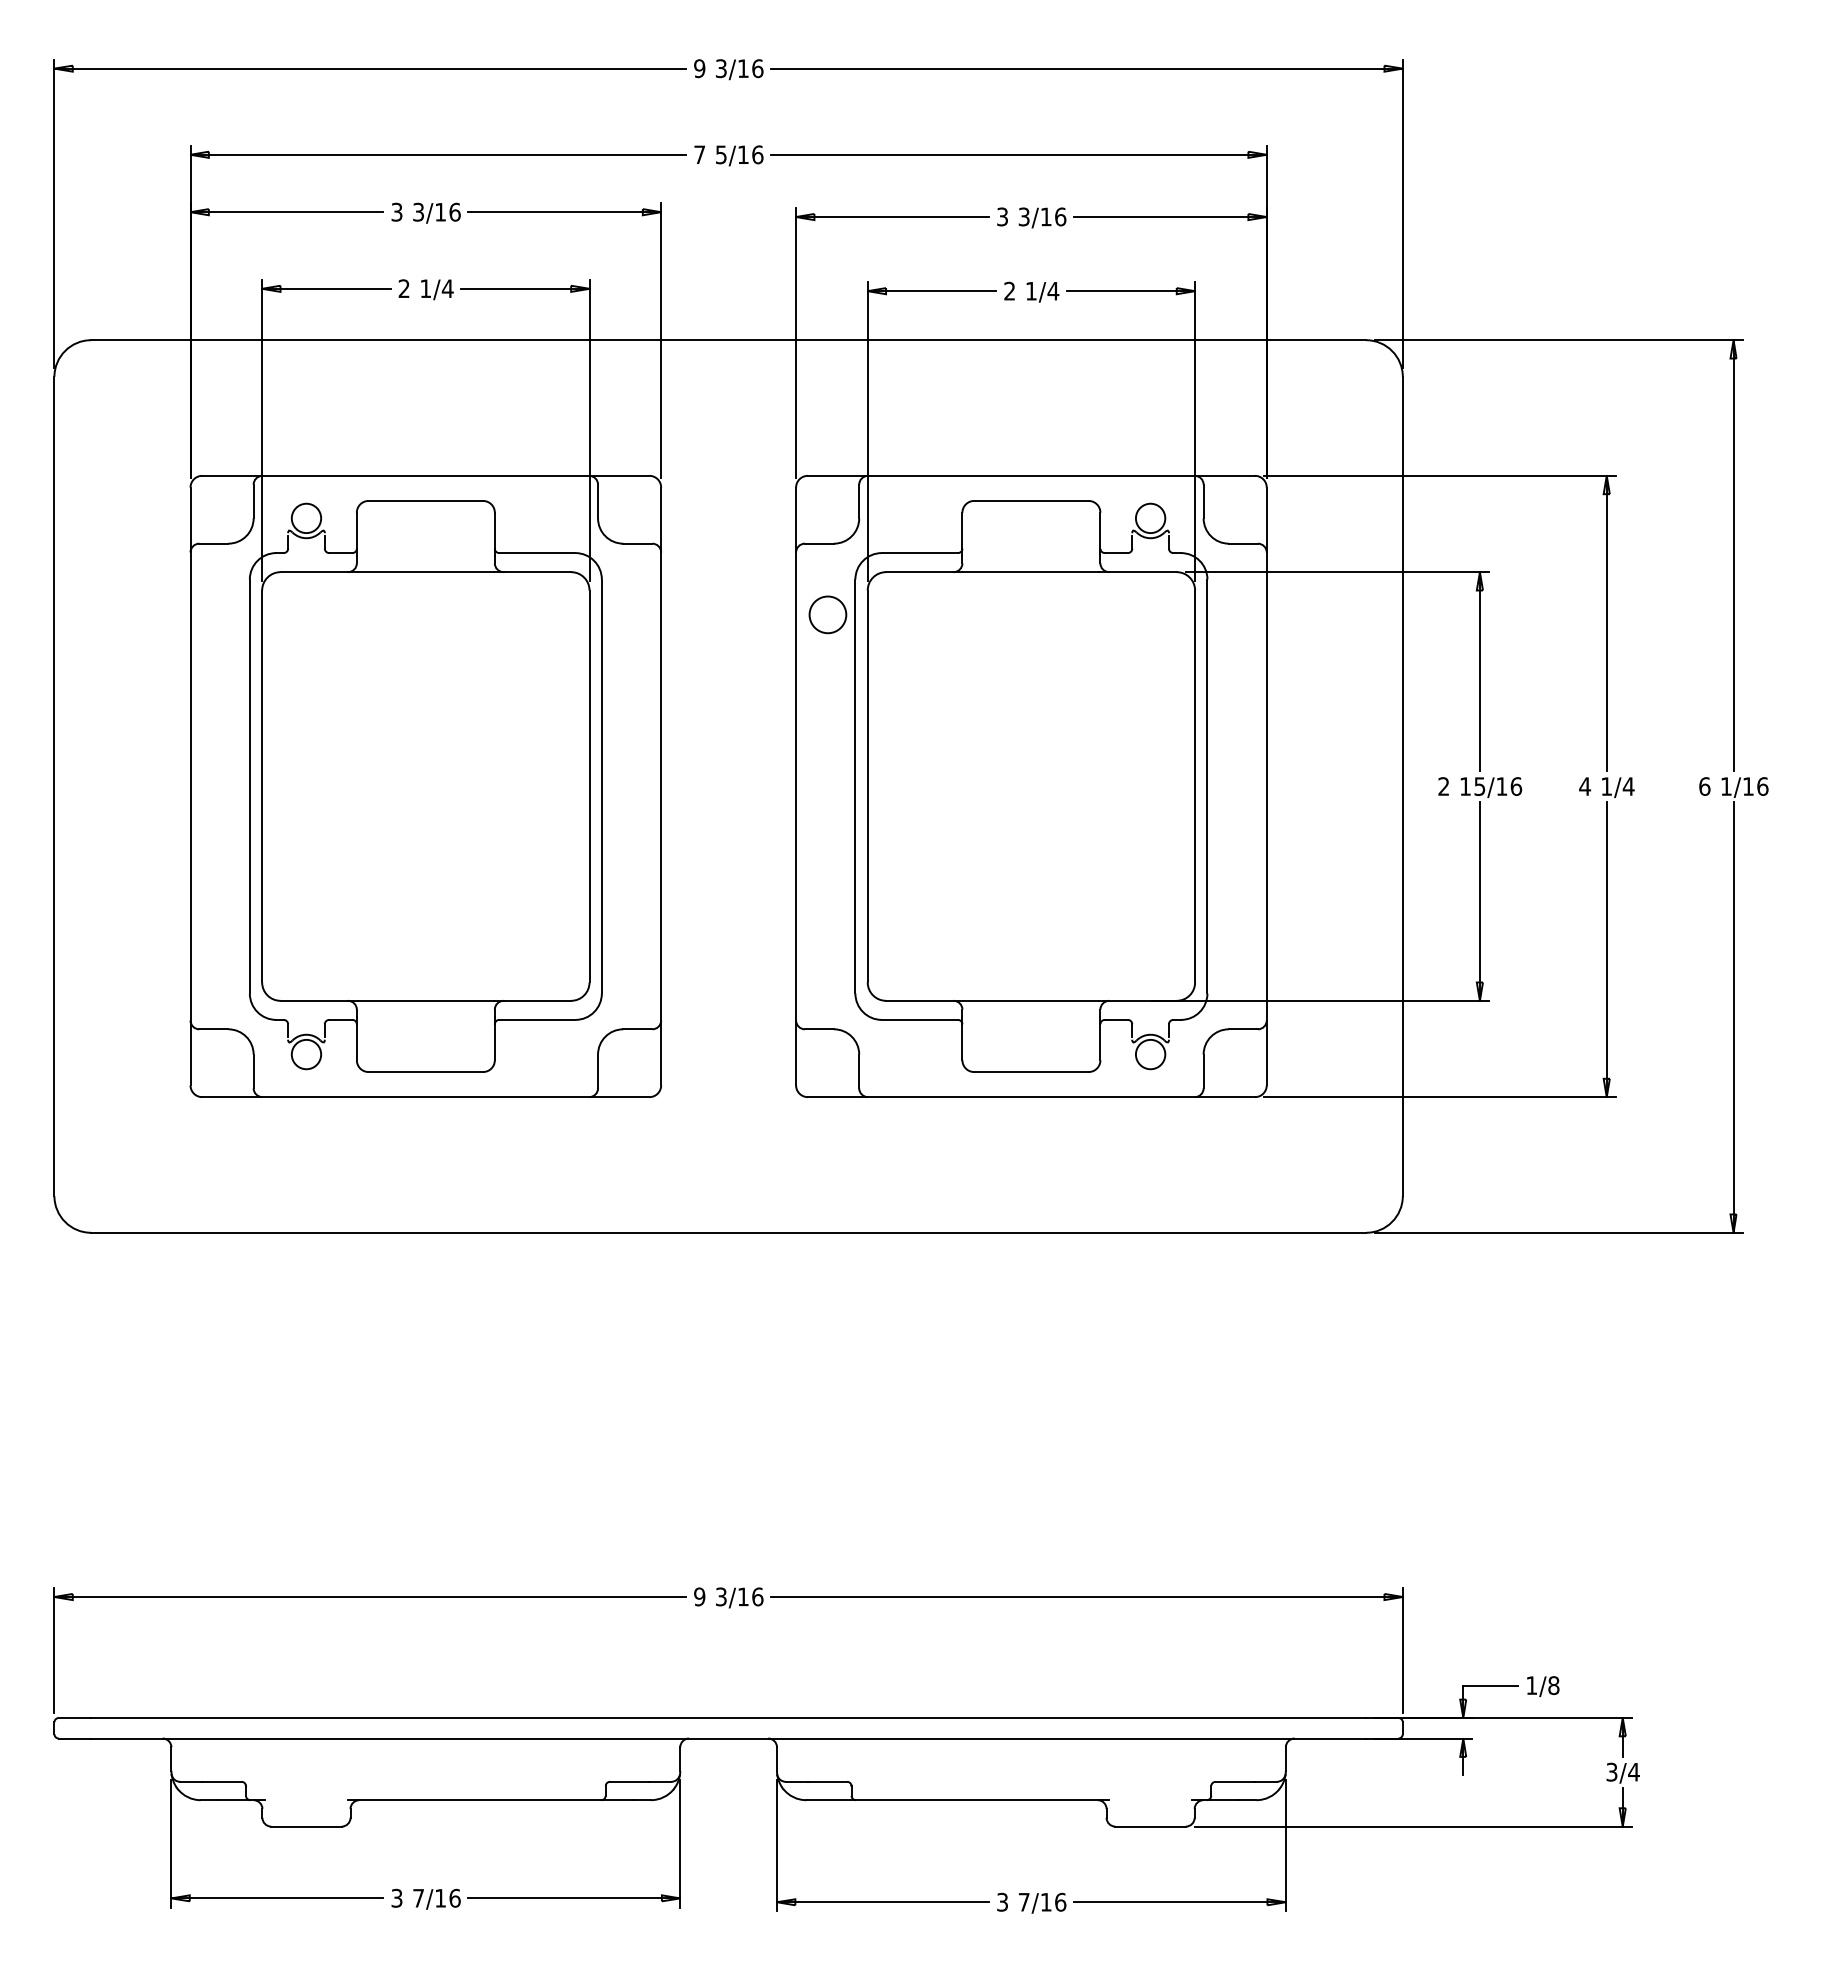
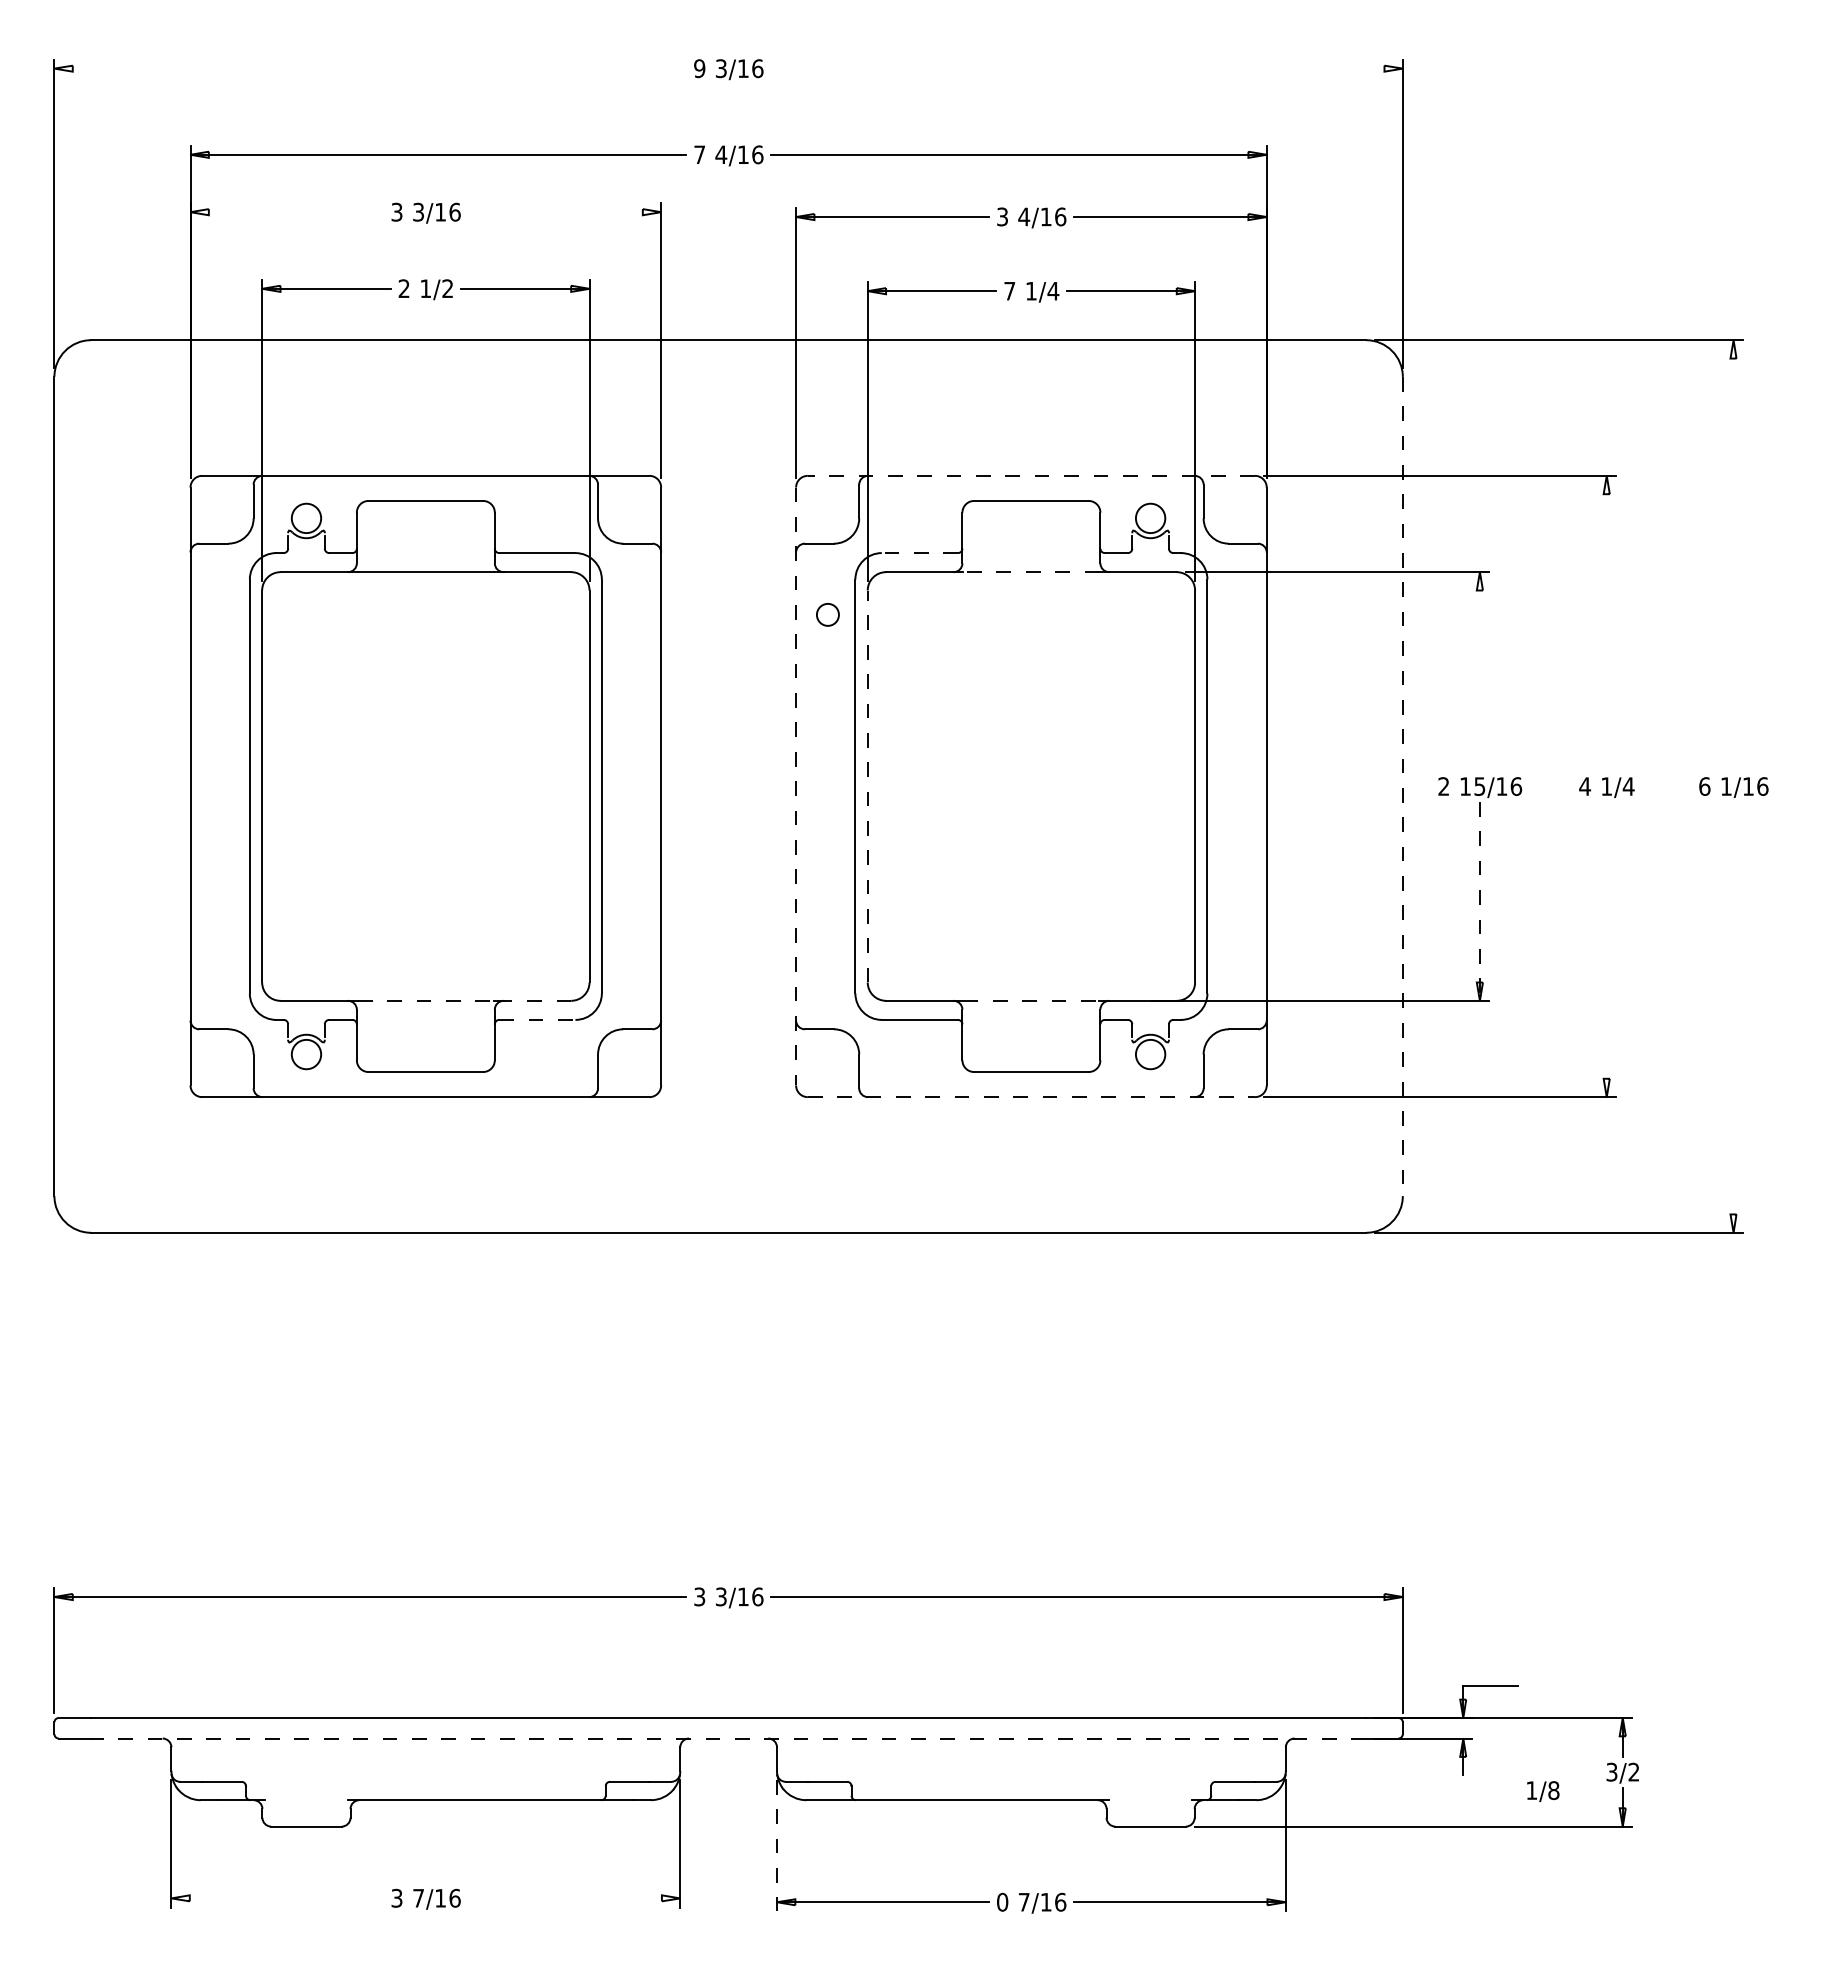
line at (370, 68): present -> none
line at (1086, 68): present -> none
text at (721, 154): 5/16 -> 4/16
line at (286, 212): present -> none
line at (564, 212): present -> none
text at (1024, 216): 3/16 -> 4/16
text at (447, 288): 1/4 -> 1/2
text at (1009, 290): 2 -> 7
line at (1031, 475): solid -> dashed
line at (919, 553): solid -> dashed
line at (1733, 555): present -> none
line at (1031, 572): solid -> dashed
circle at (827, 614) diameter: 37 px -> 22 px
line at (1606, 622): present -> none
line at (1479, 671): present -> none
line at (796, 786): solid -> dashed
line at (867, 786): solid -> dashed
line at (1402, 786): solid -> dashed
line at (1479, 901): solid -> dashed
line at (1606, 949): present -> none
line at (425, 1000): solid -> dashed
line at (537, 1000): solid -> dashed
line at (1031, 1000): solid -> dashed
line at (1733, 1017): present -> none
line at (537, 1019): solid -> dashed
line at (1031, 1097): solid -> dashed
text at (699, 1596): 9 -> 3
text at (1543, 1686) position: (1543, 1686) -> (1543, 1791)
line at (728, 1738): solid -> dashed
text at (1633, 1771): 3/4 -> 3/2
line at (777, 1845): solid -> dashed
line at (277, 1898): present -> none
line at (574, 1898): present -> none
text at (1002, 1901): 3 -> 0
